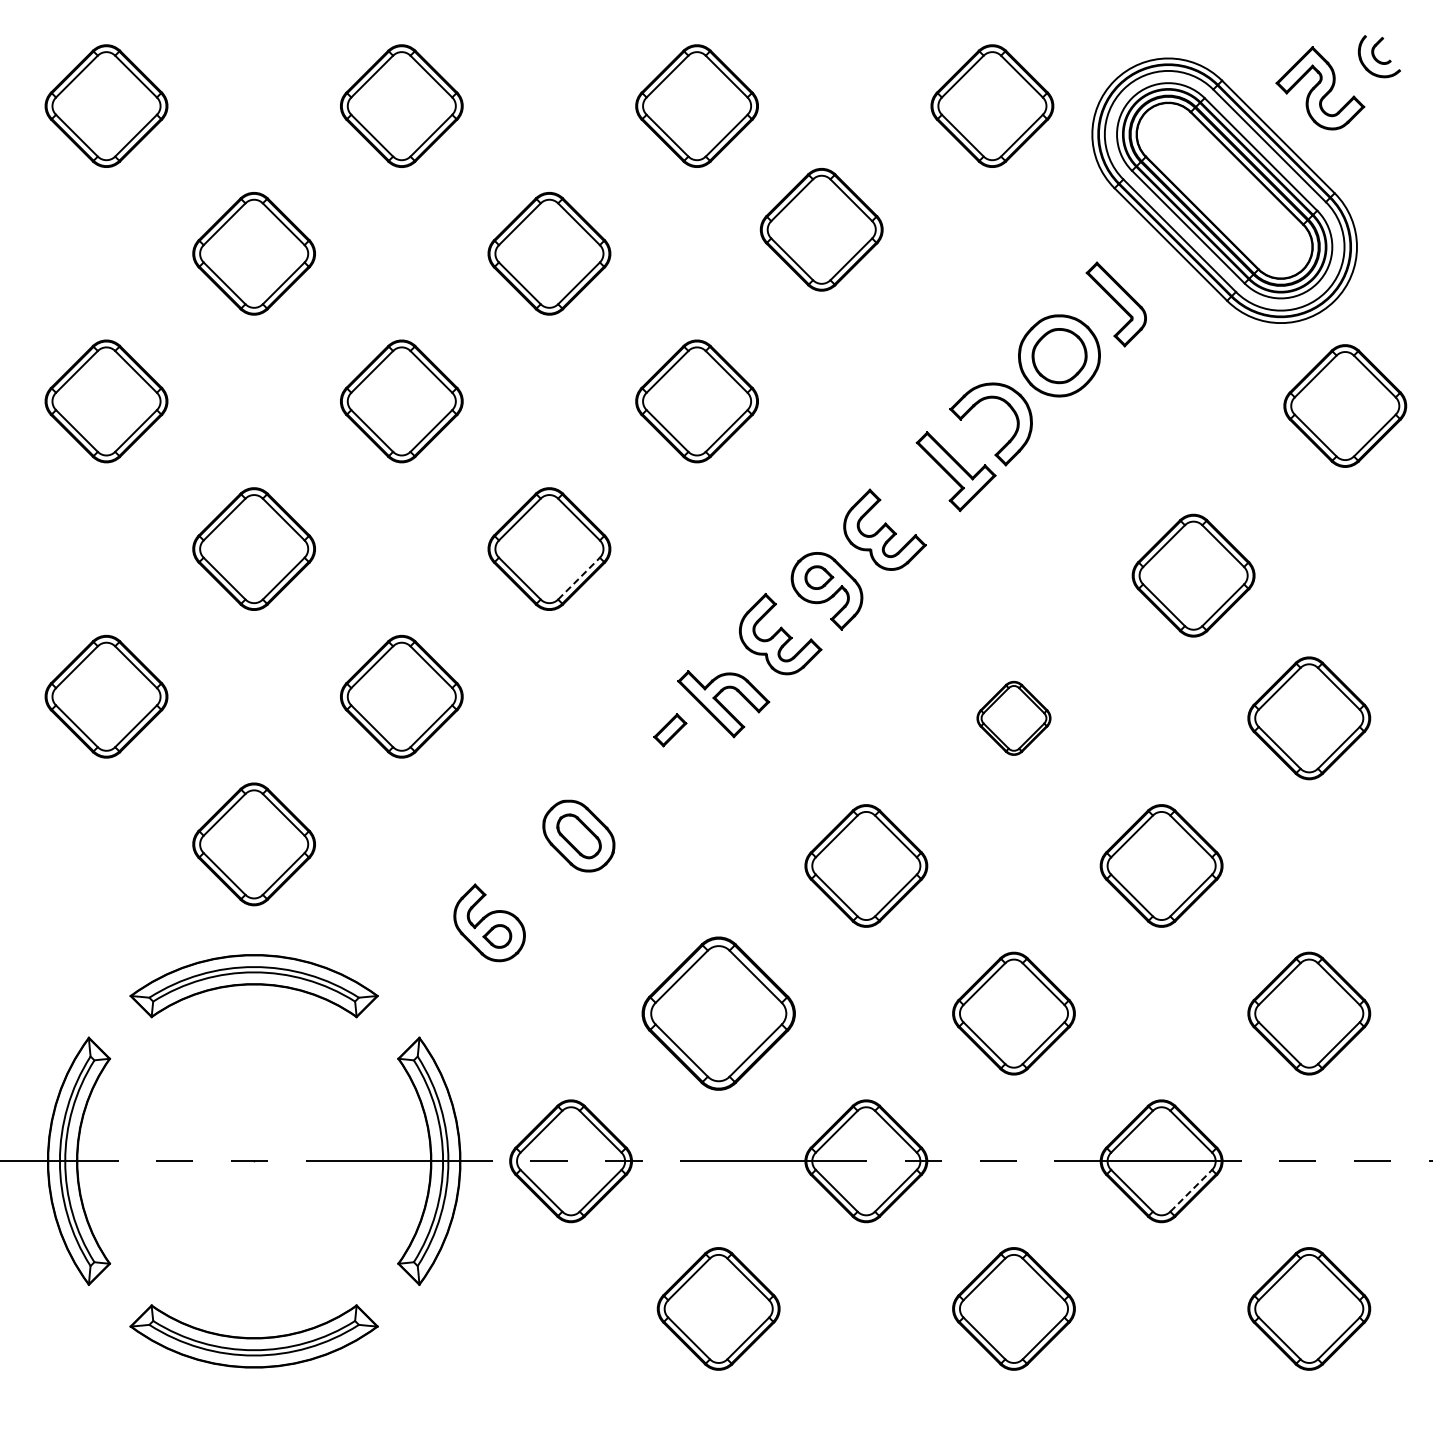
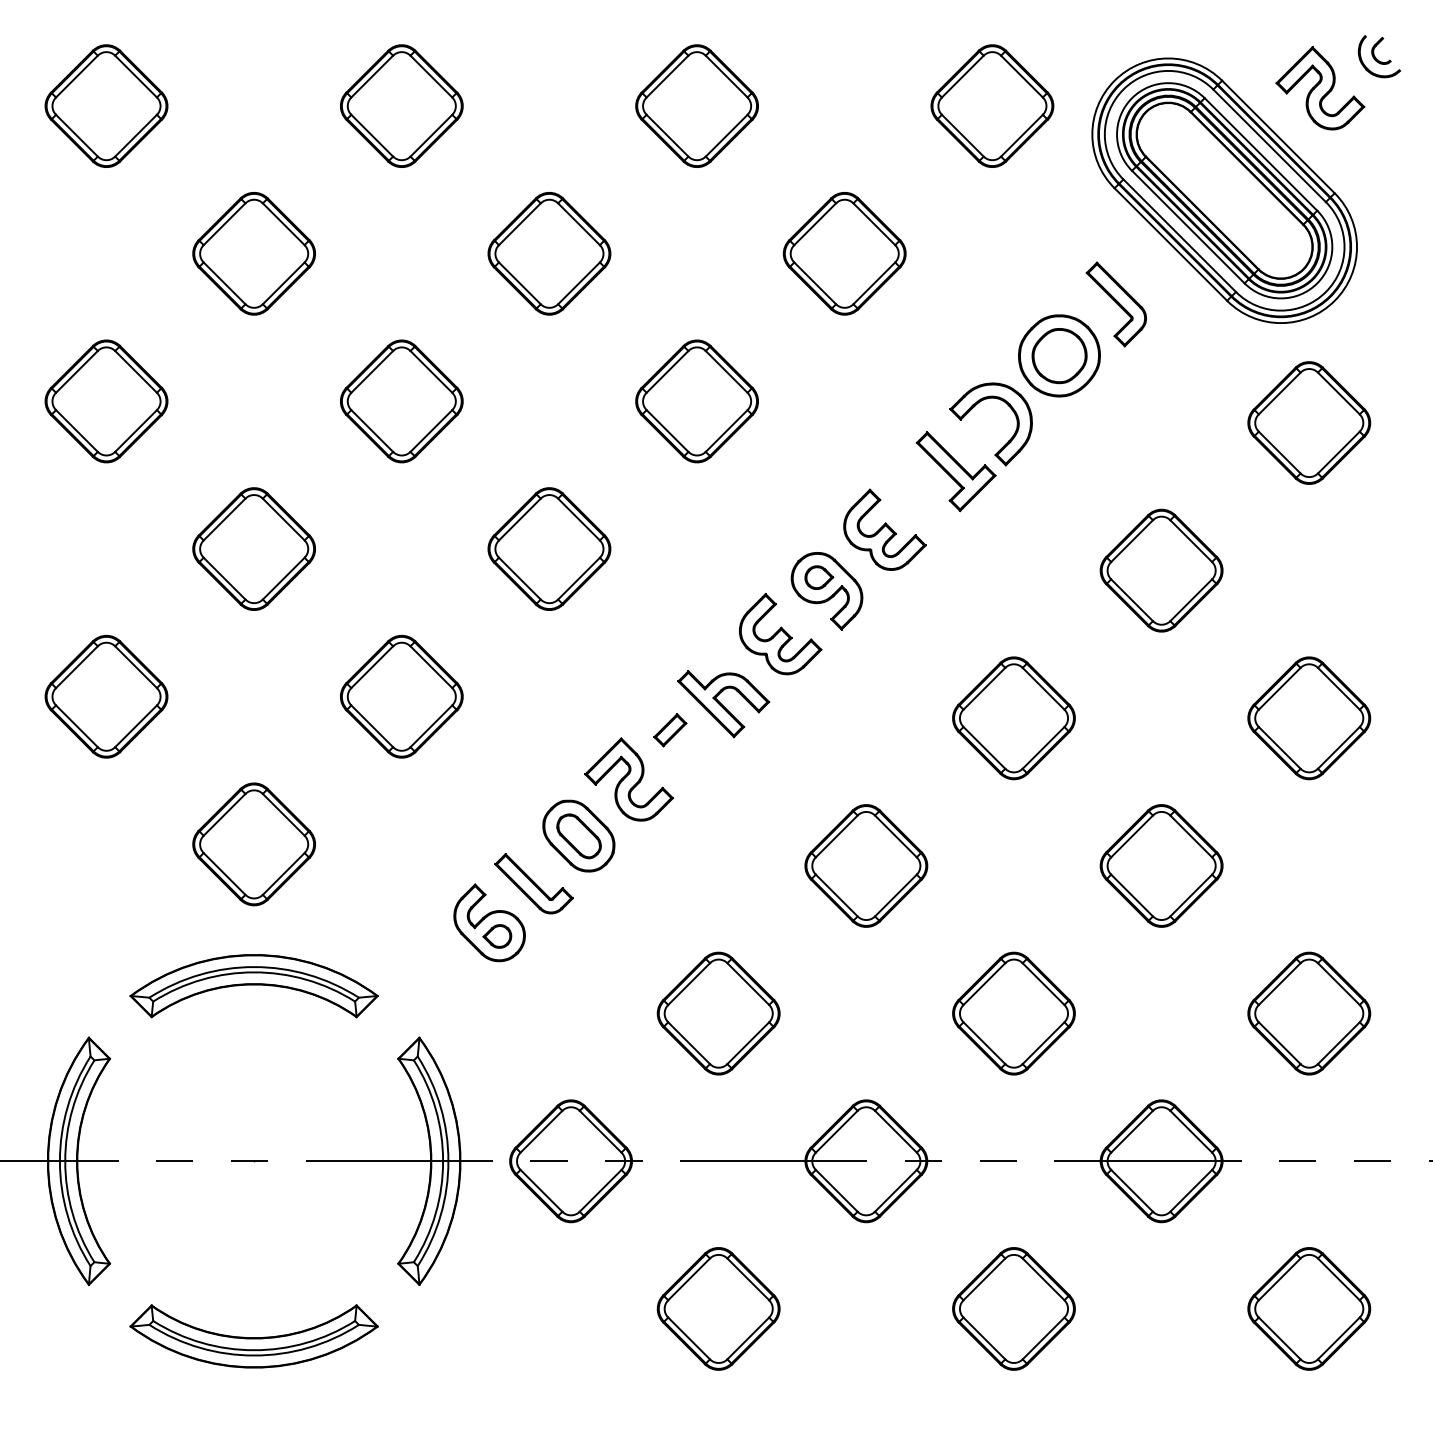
part at (821, 229) position: (821, 229) -> (844, 253)
part at (1345, 405) position: (1345, 405) -> (1309, 422)
part at (1193, 575) position: (1193, 575) -> (1161, 570)
line at (579, 578): dashed -> solid
part at (1013, 718) size: 76x75 px -> 124x125 px
part at (629, 779): none -> present
part at (533, 883): none -> present
part at (718, 1013) size: 155x155 px -> 125x125 px
line at (1191, 1190): dashed -> solid
